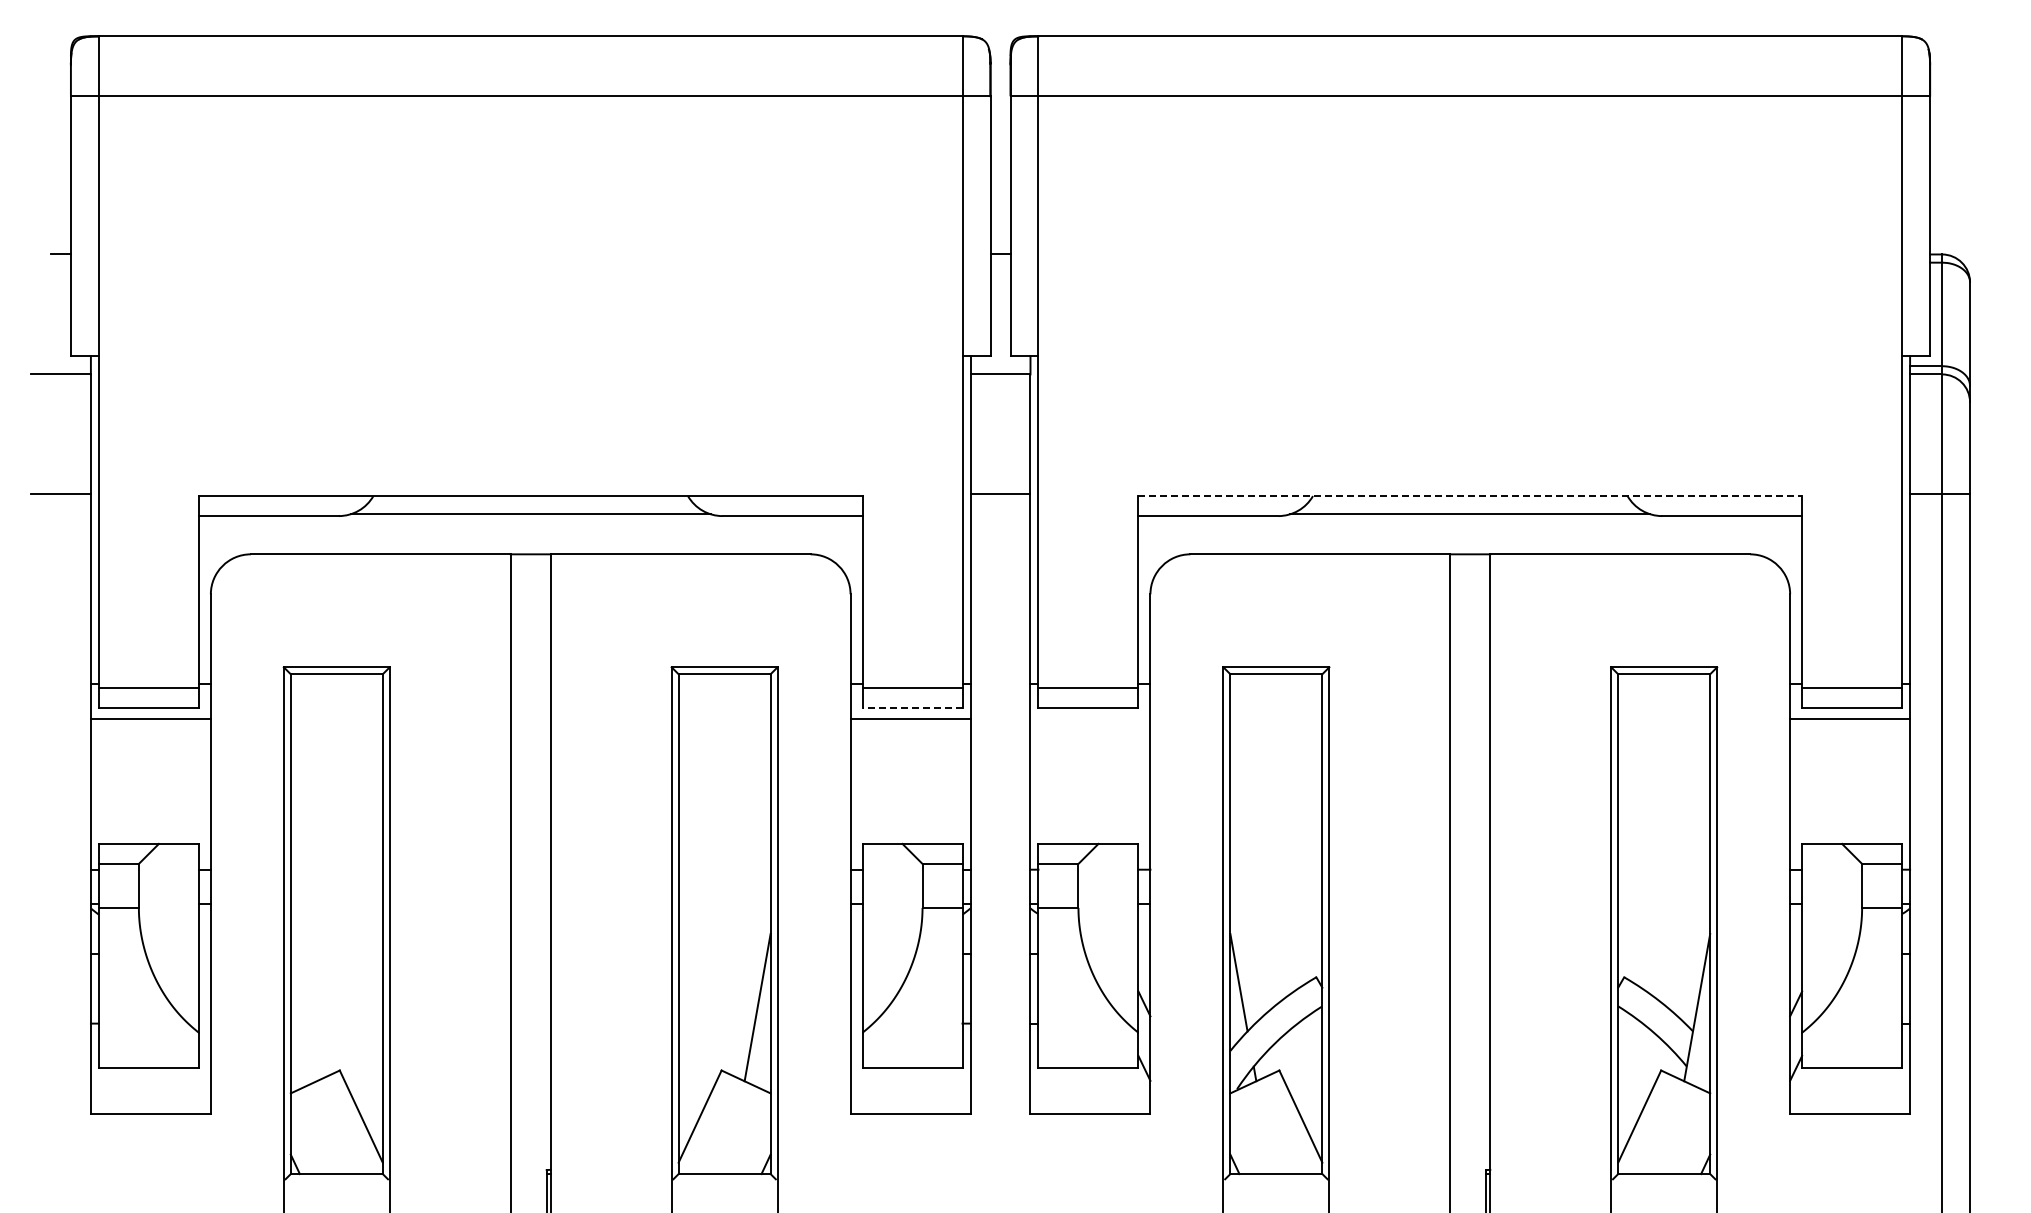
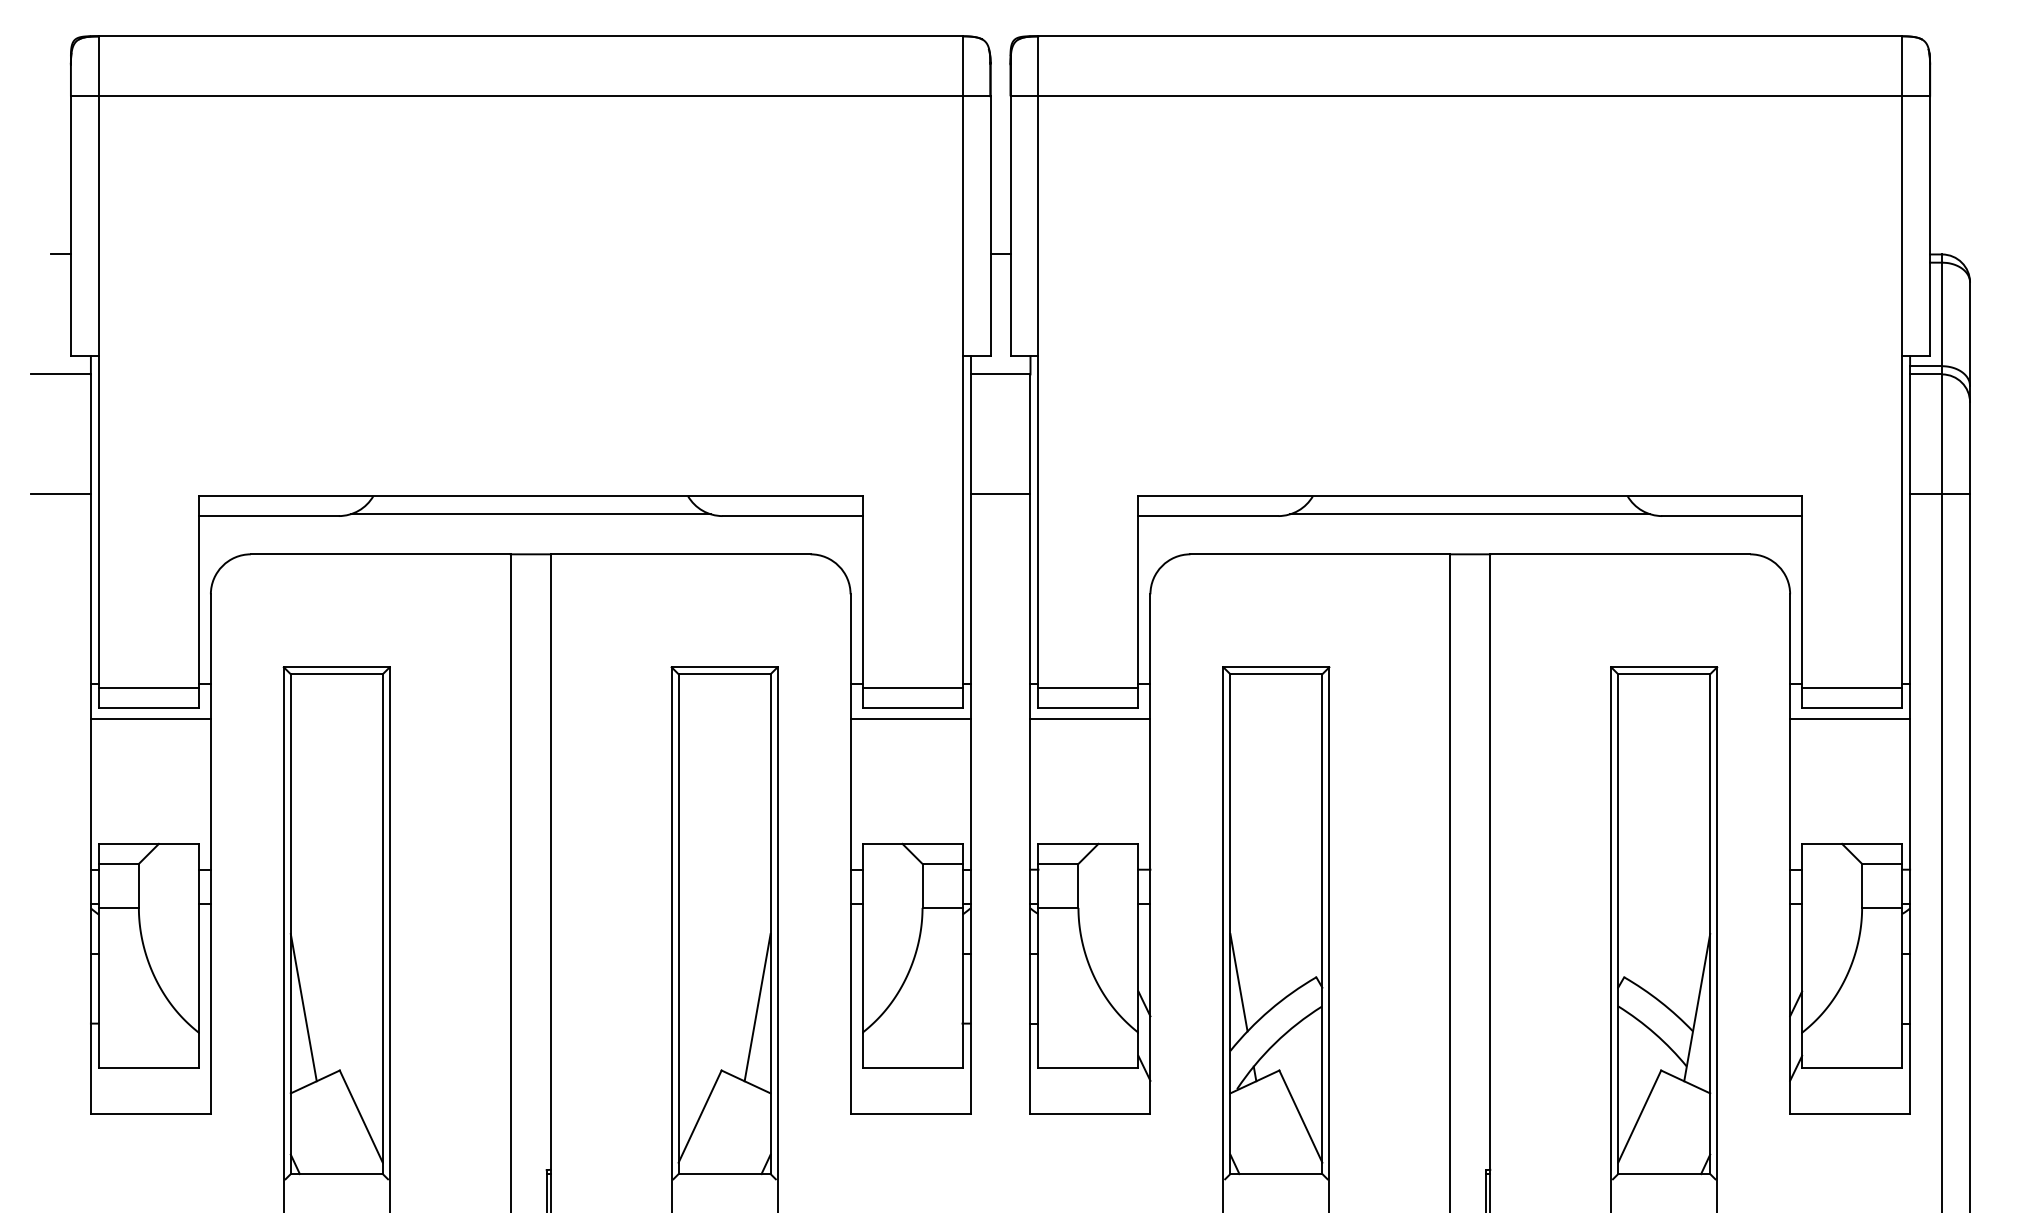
line at (1470, 496): dashed -> solid
line at (912, 708): dashed -> solid
line at (1090, 718): none -> present
line at (303, 1007): none -> present
